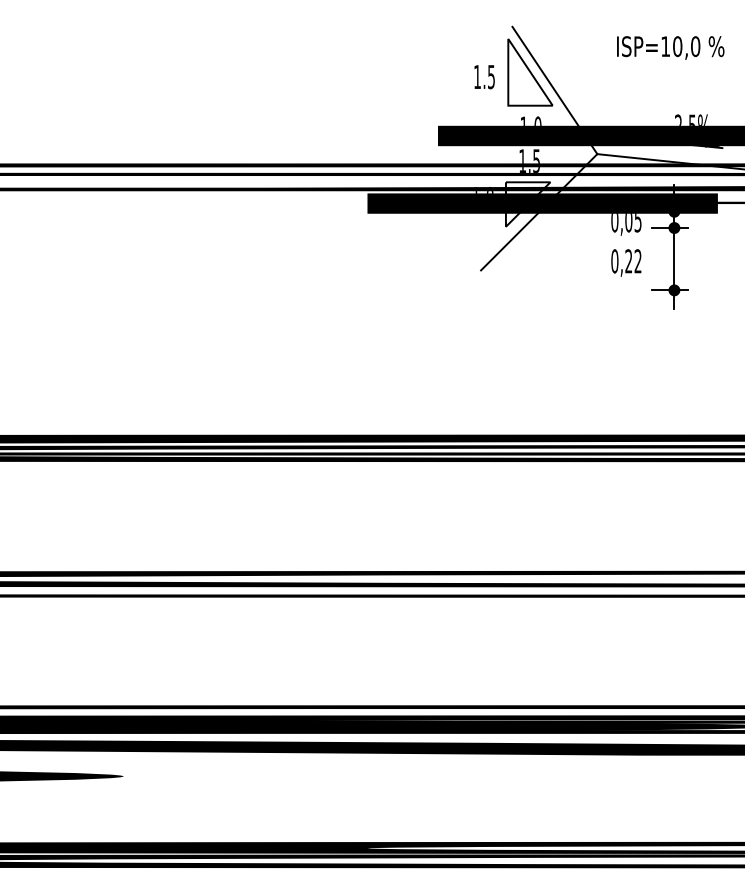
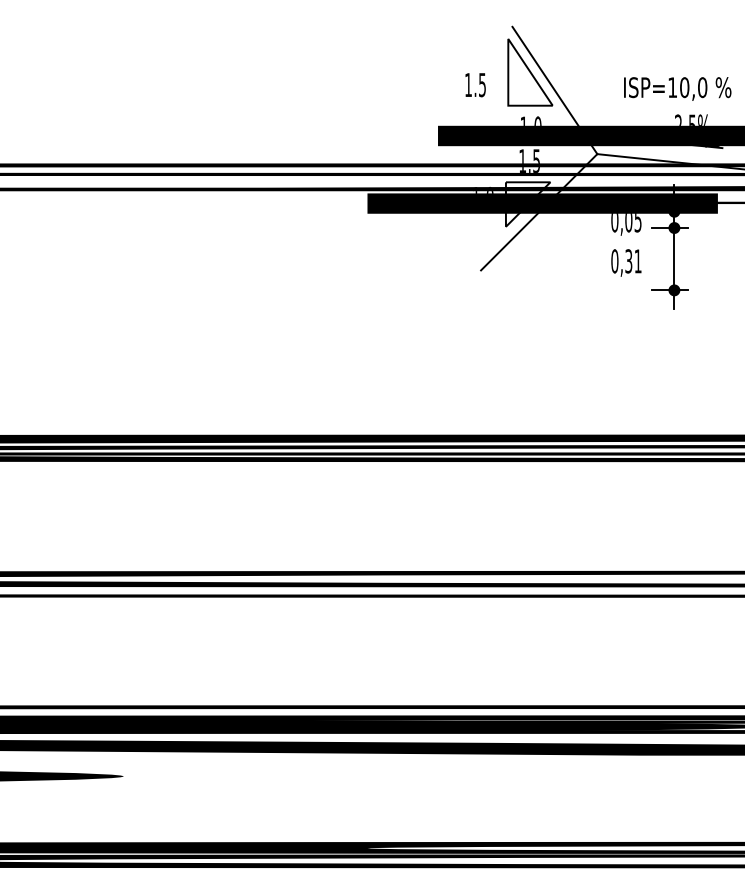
text at (670, 47) position: (670, 47) -> (677, 88)
text at (484, 77) position: (484, 77) -> (475, 85)
text at (633, 261): 0,22 -> 0,31
